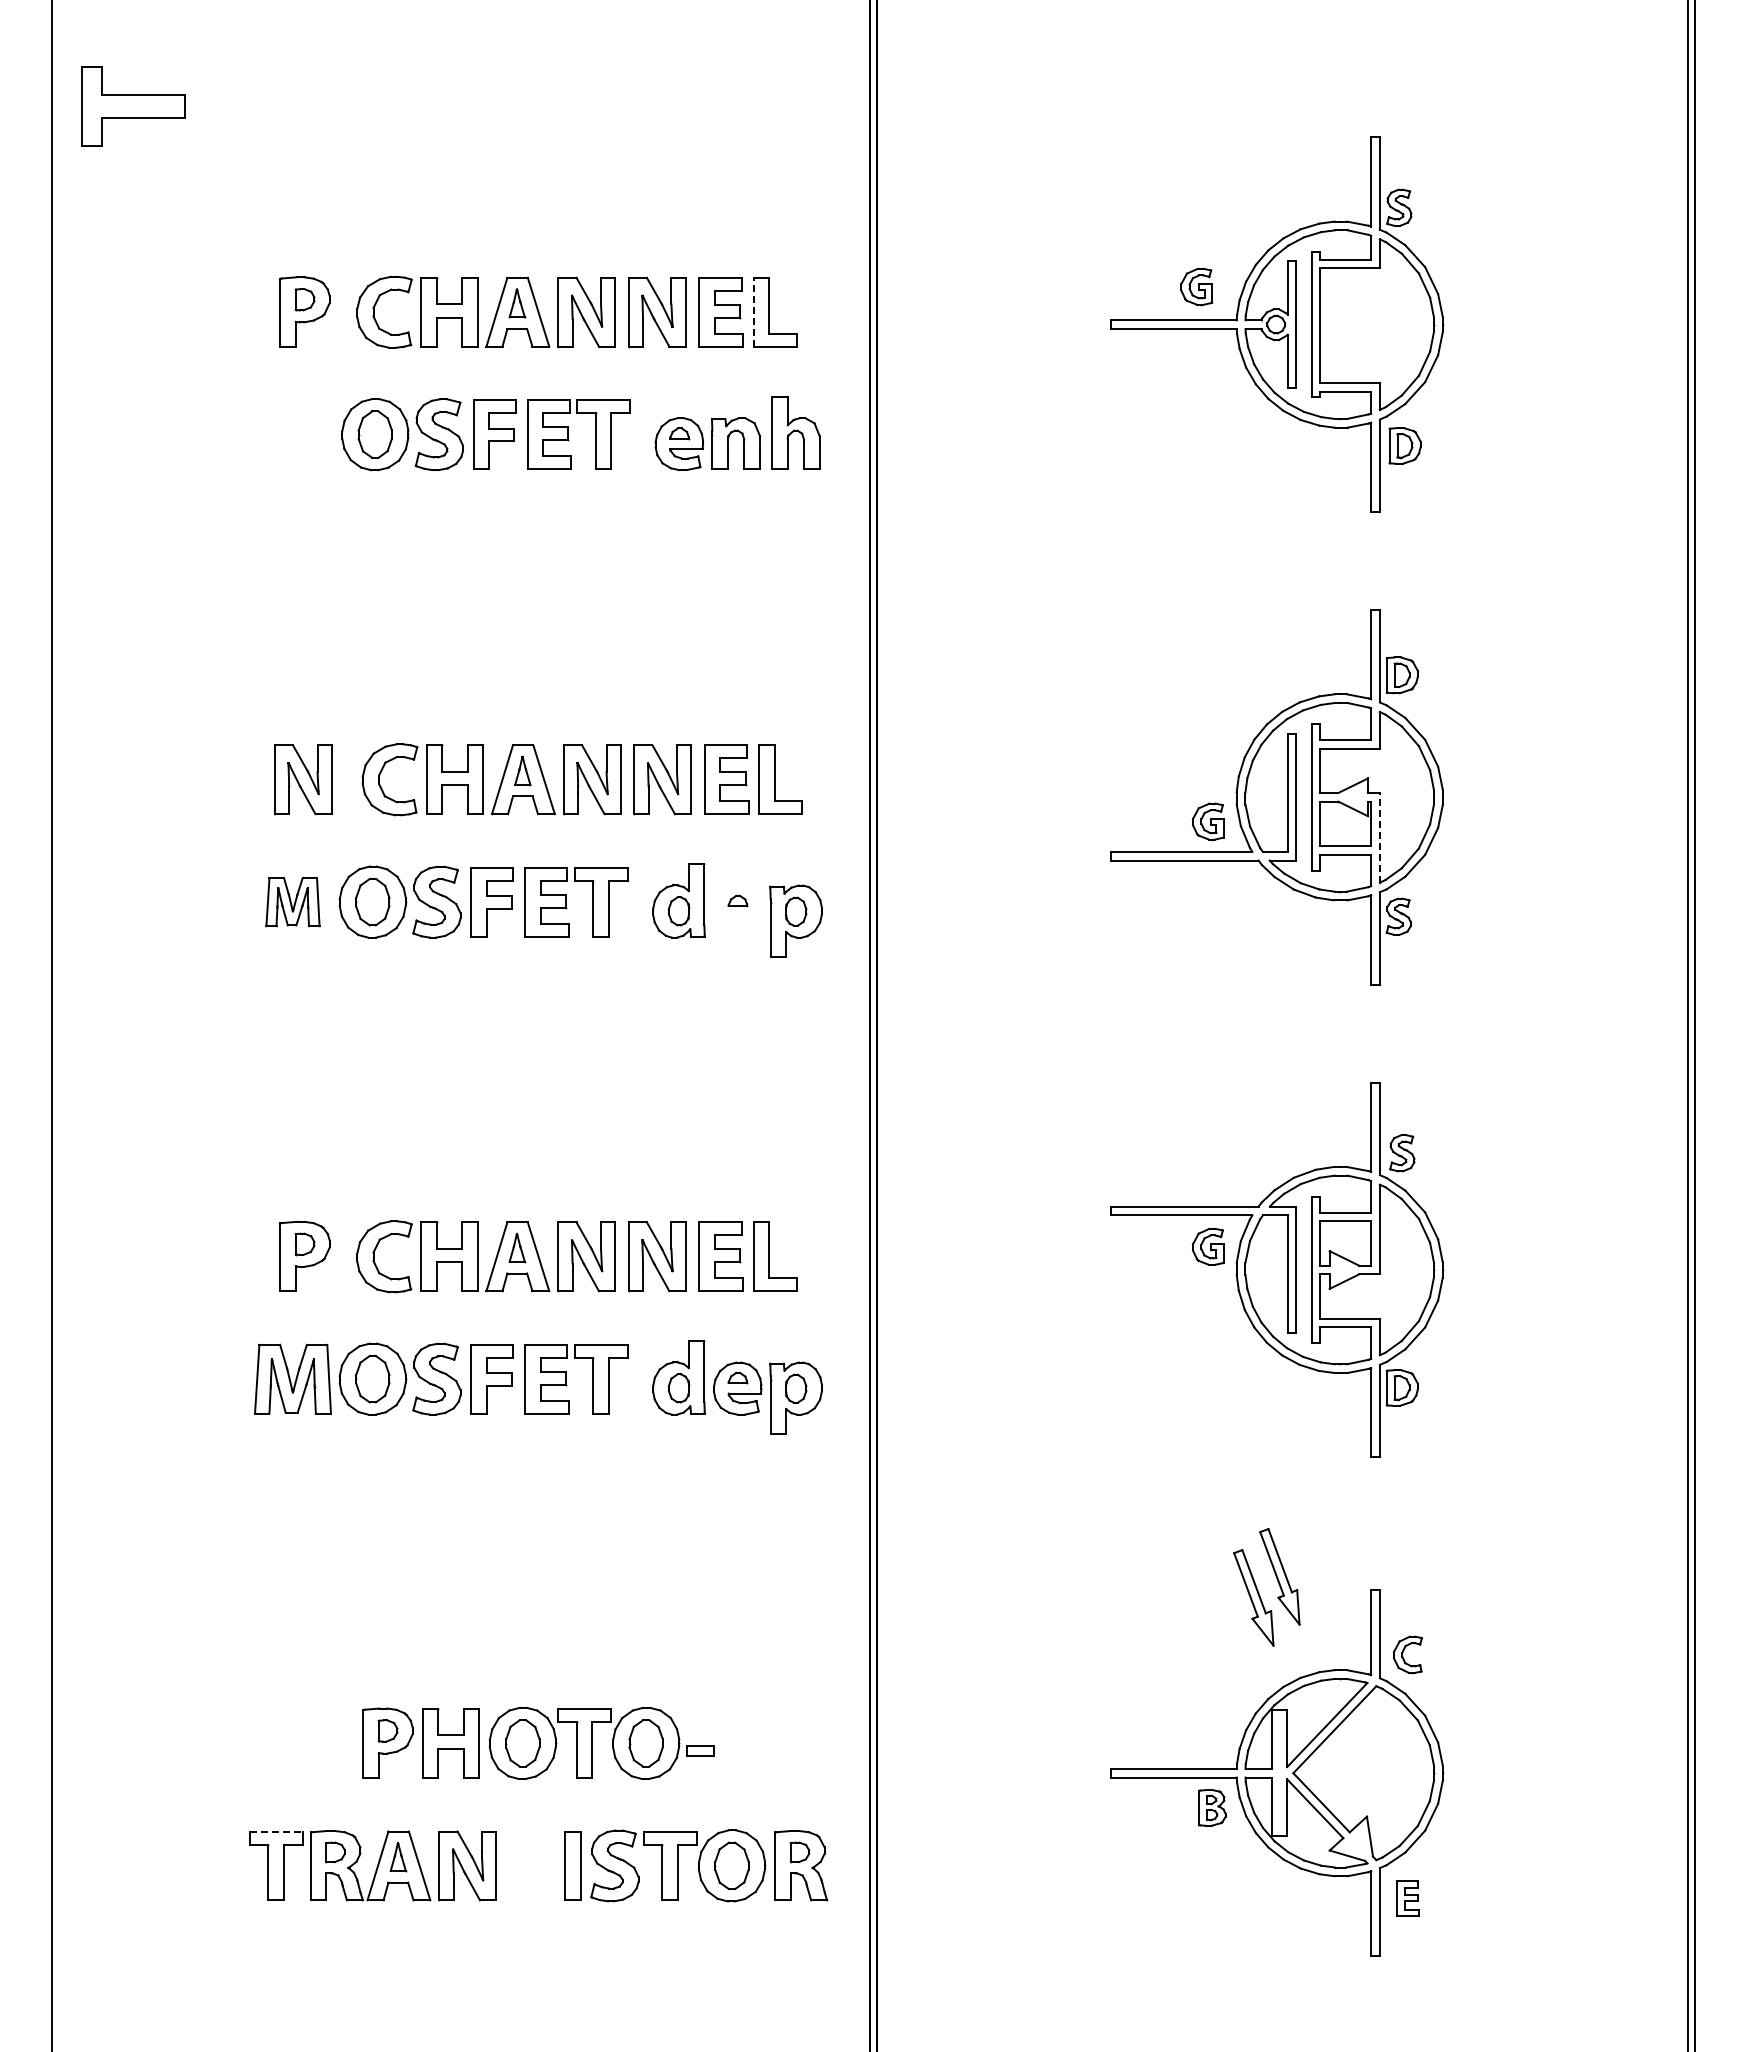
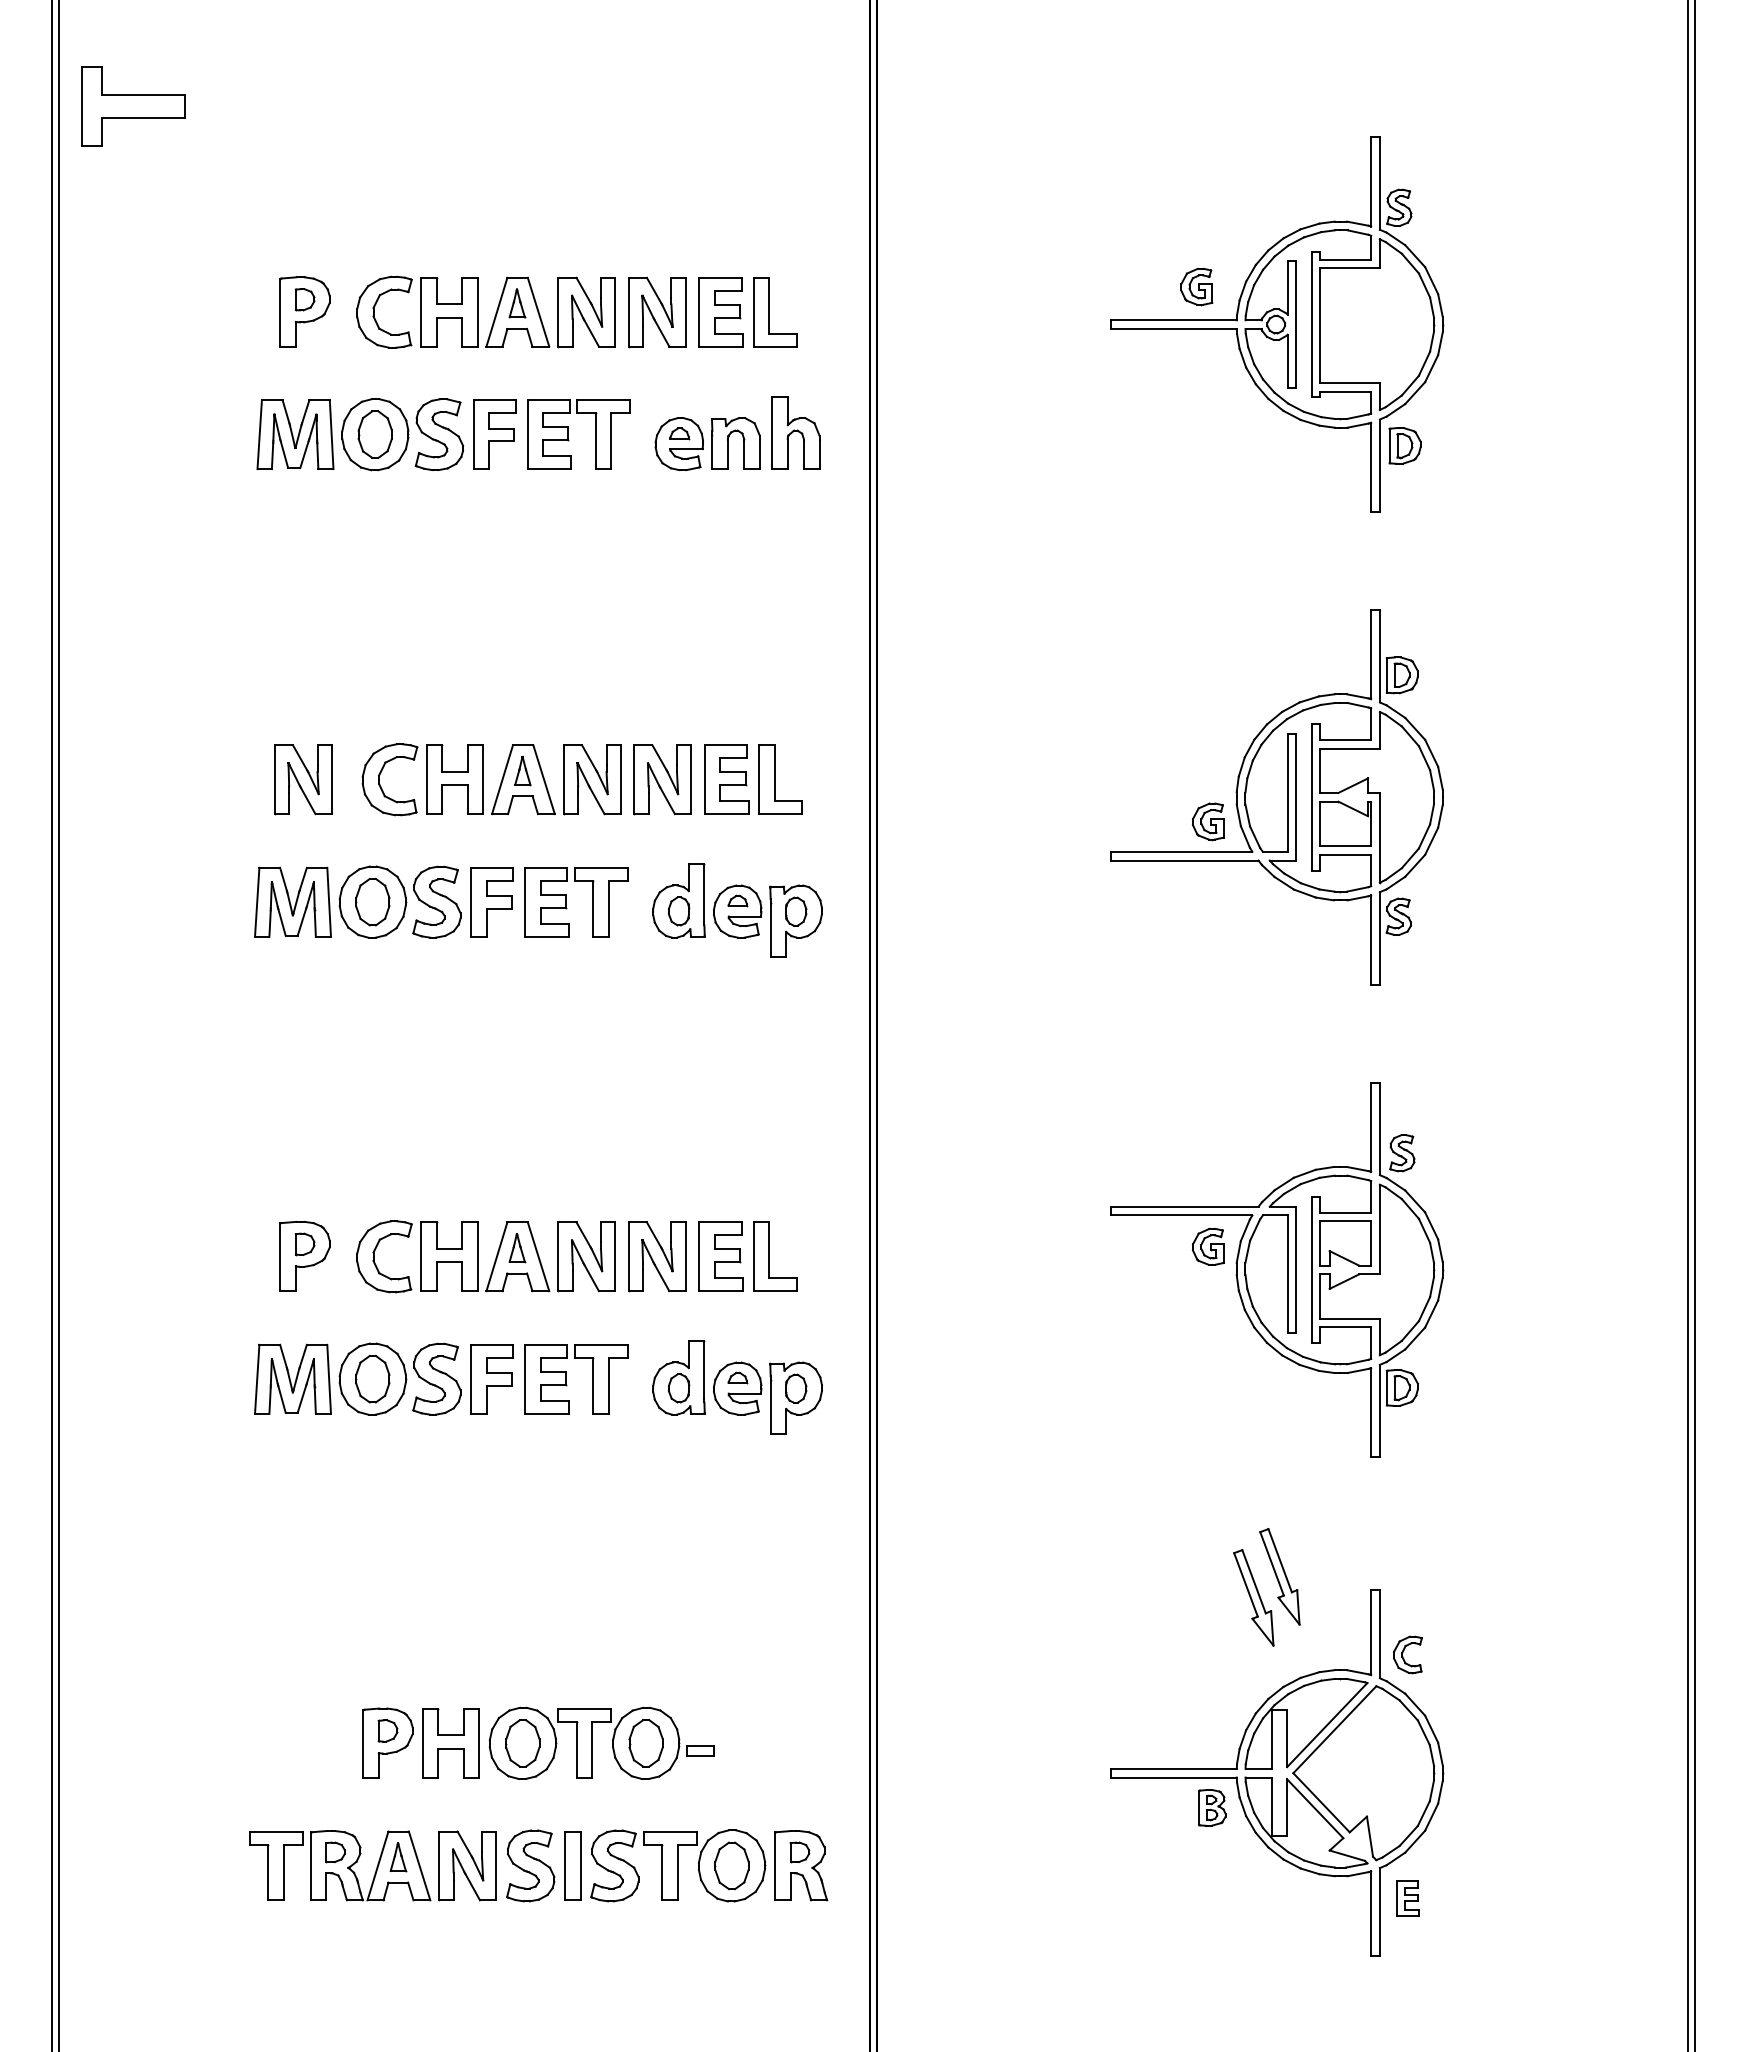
line at (753, 311): dashed -> solid
part at (295, 434): none -> present
line at (1379, 837): dashed -> solid
part at (292, 902) size: 56x51 px -> 78x72 px
part at (737, 911): none -> present
line at (58, 1025): none -> present
line at (276, 1831): dashed -> solid
part at (530, 1865): none -> present
